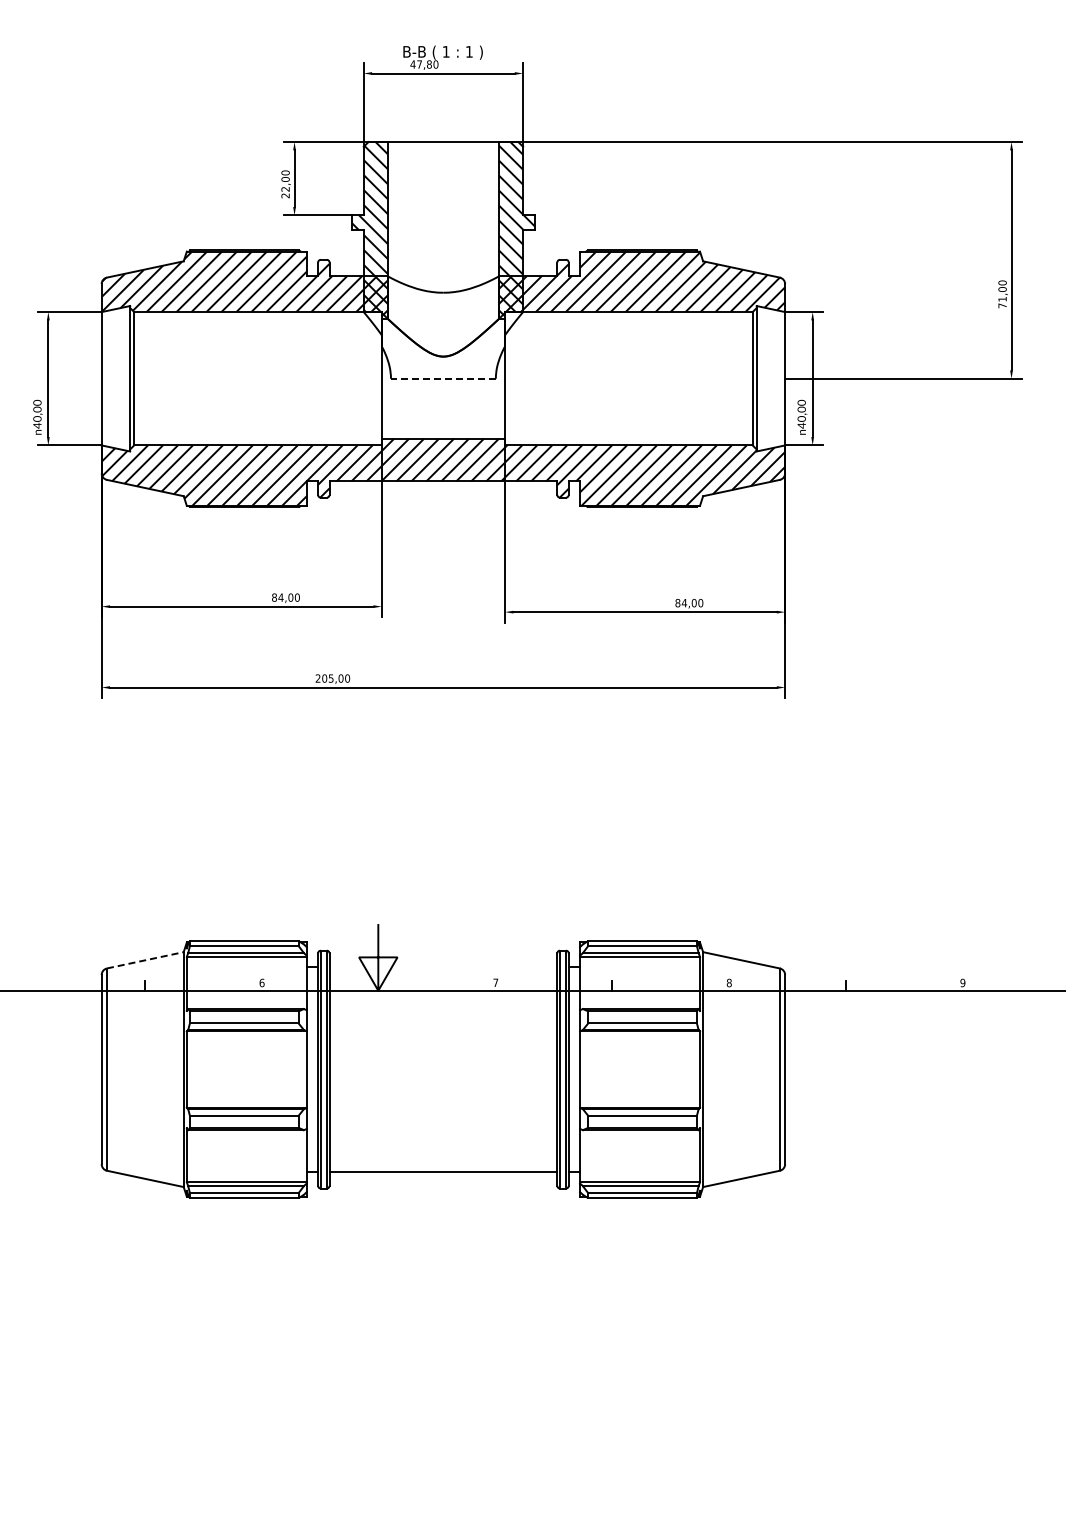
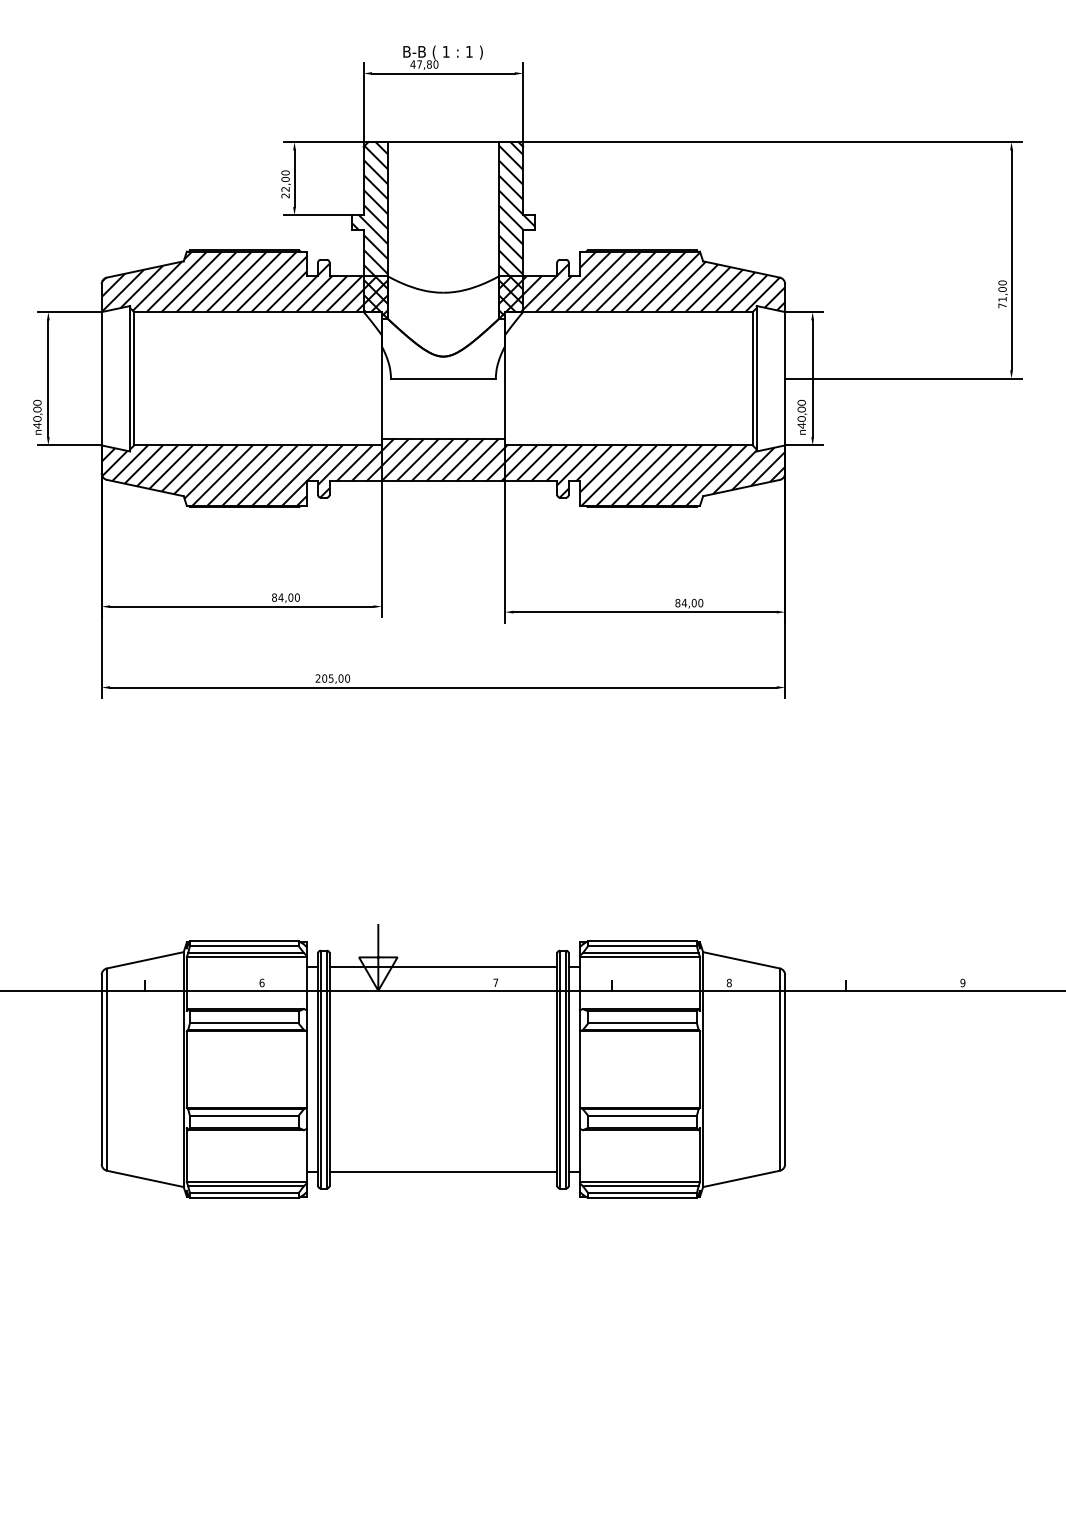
line at (442, 378): dashed -> solid
line at (145, 960): dashed -> solid
line at (443, 967): none -> present
